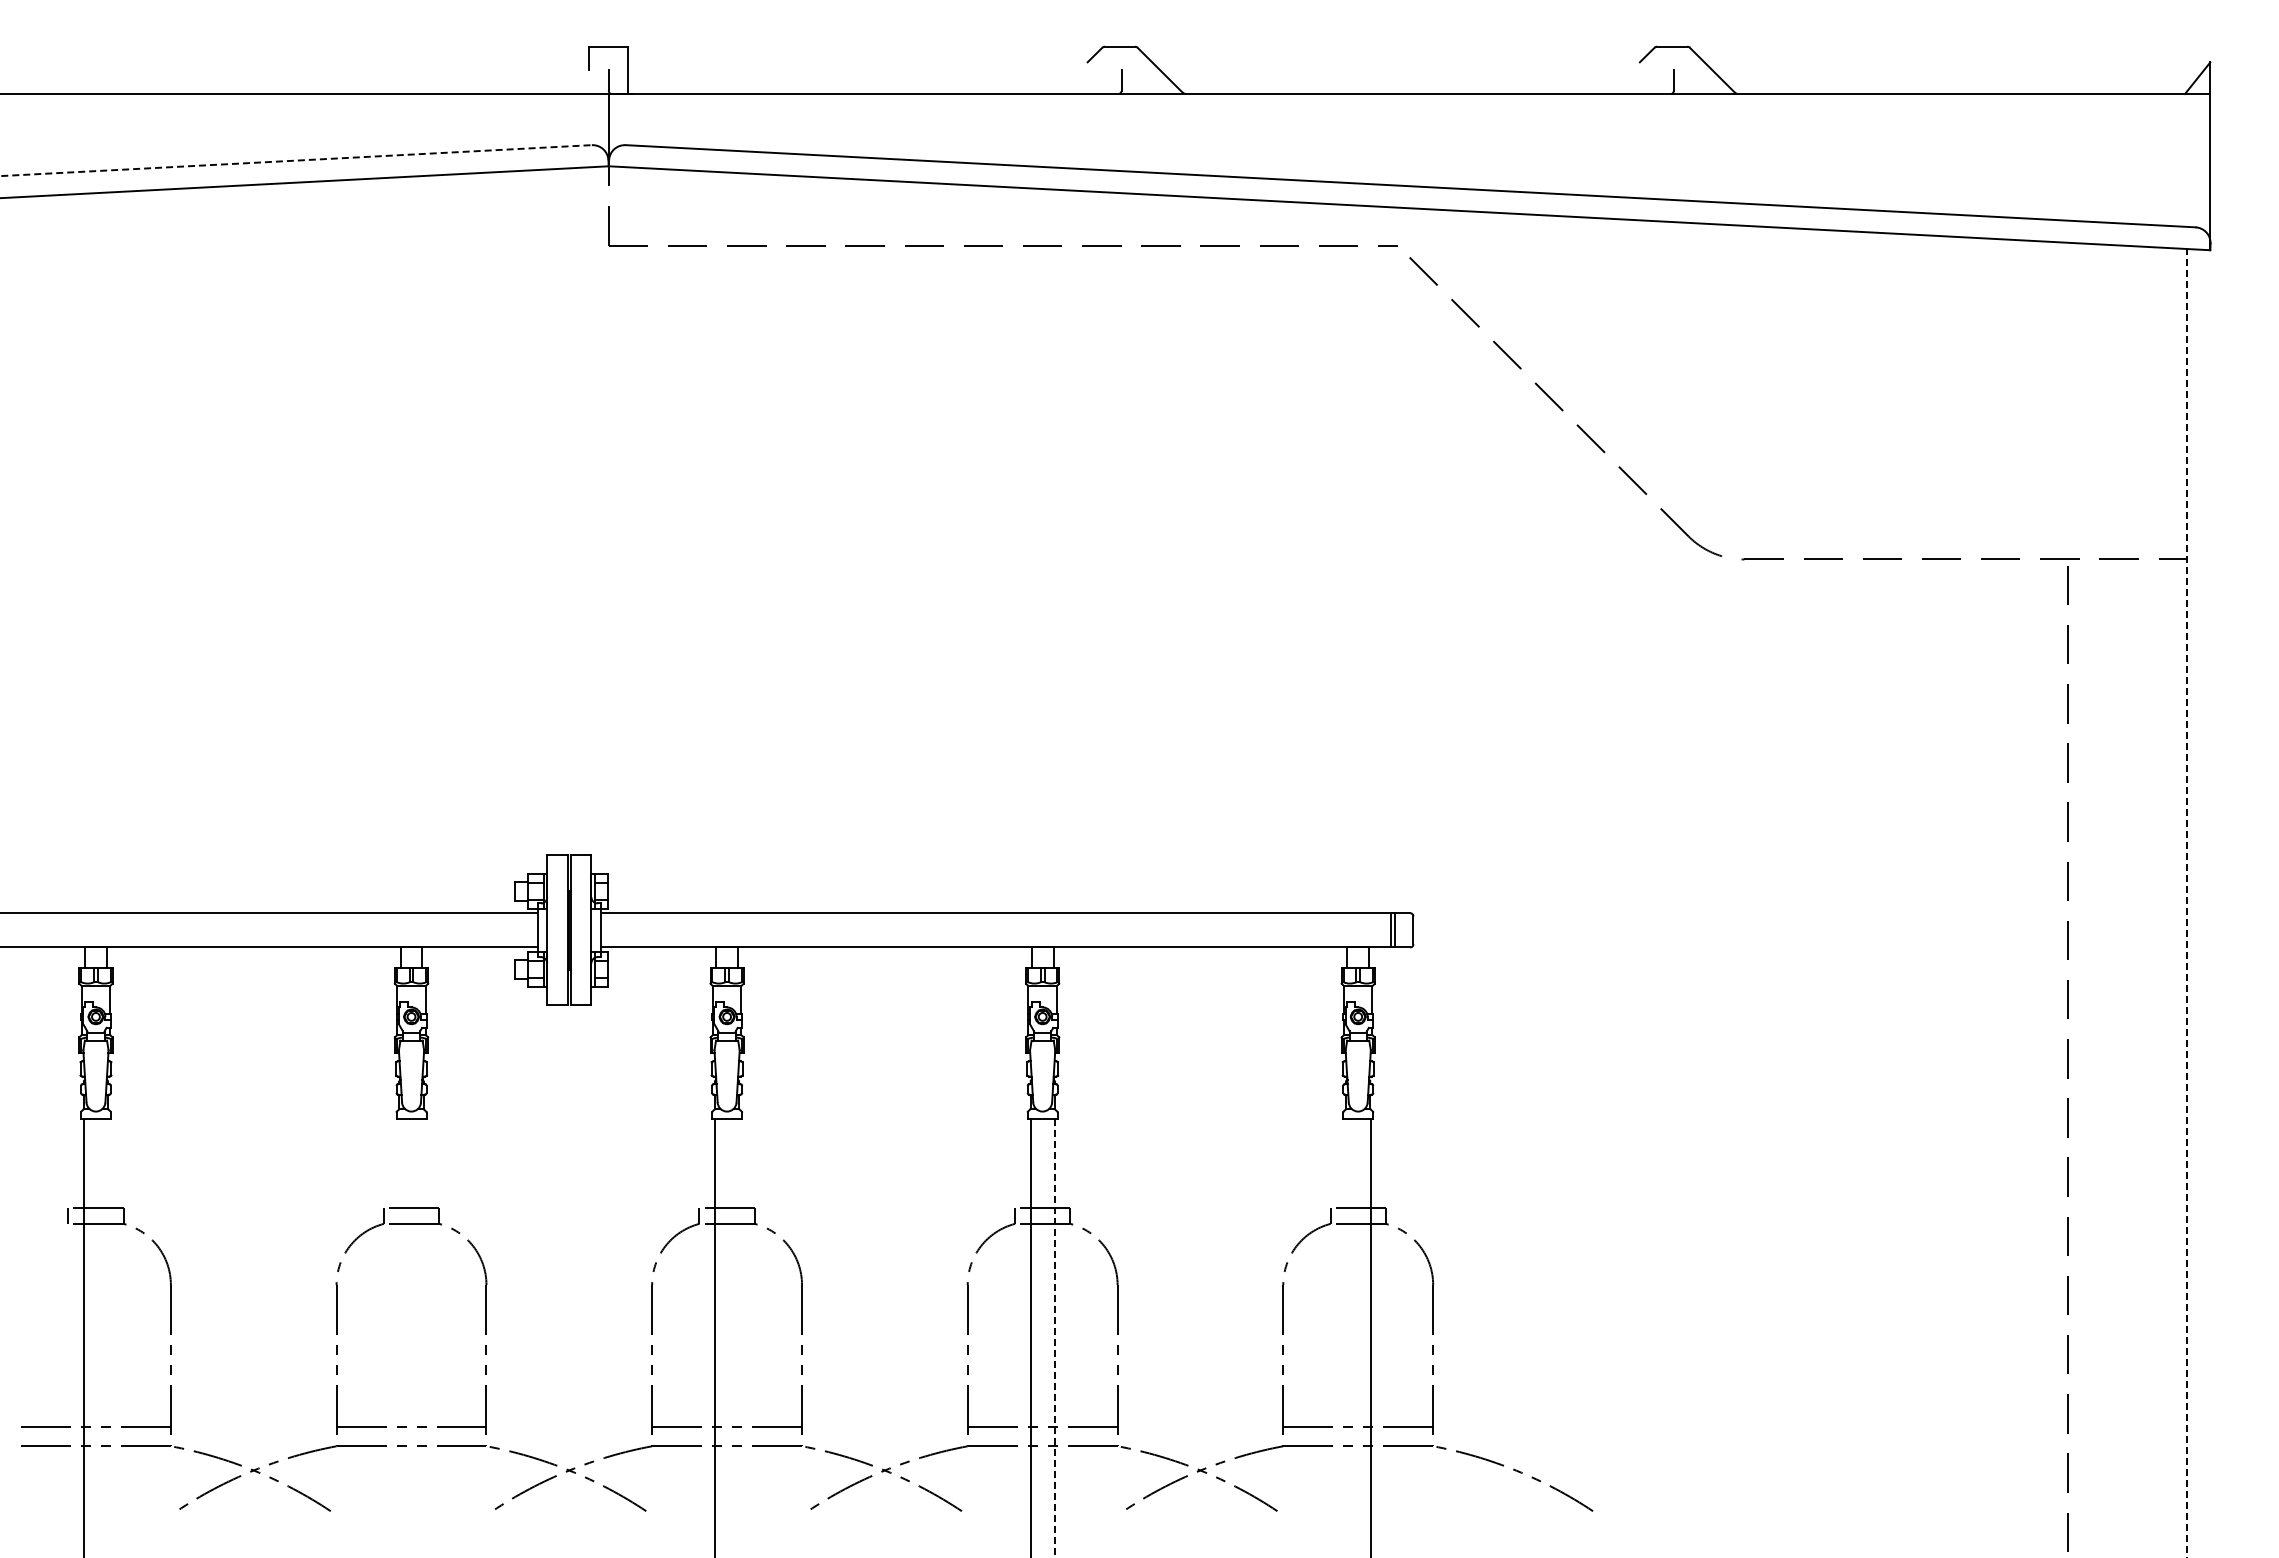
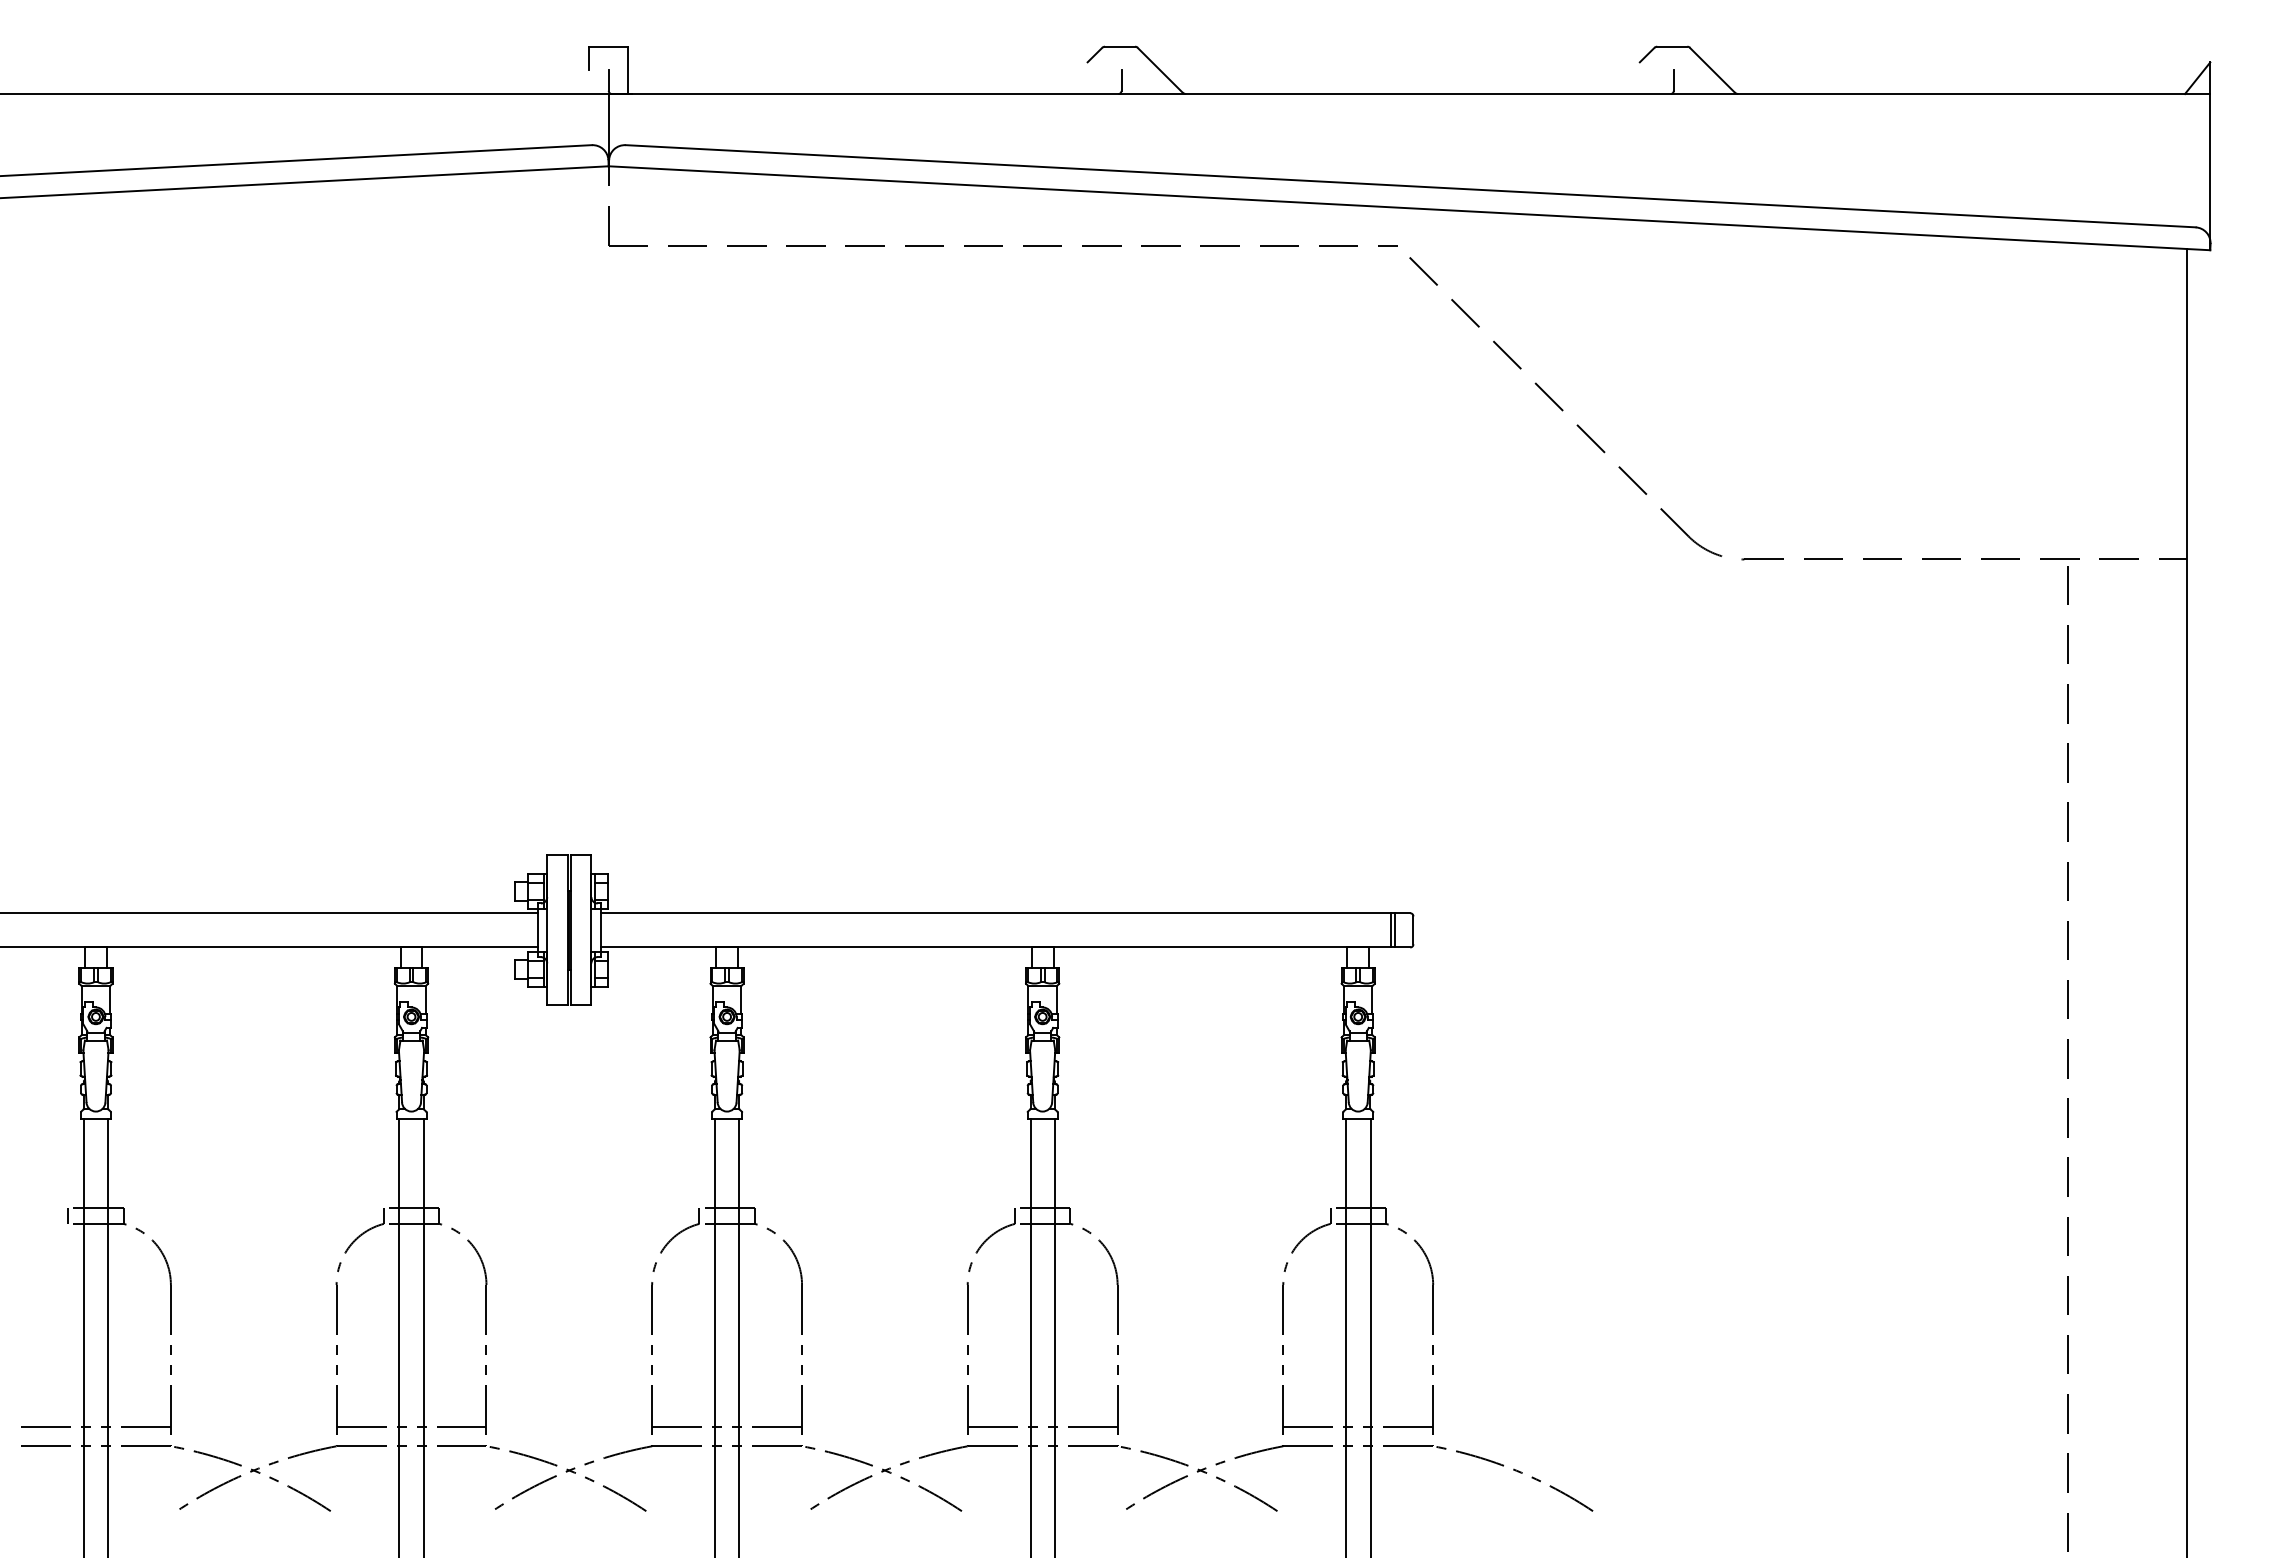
line at (296, 160): dashed -> solid
line at (2186, 902): dashed -> solid
line at (108, 1336): none -> present
line at (399, 1336): none -> present
line at (423, 1336): none -> present
line at (739, 1336): none -> present
line at (1346, 1336): none -> present
line at (1054, 1338): dashed -> solid
